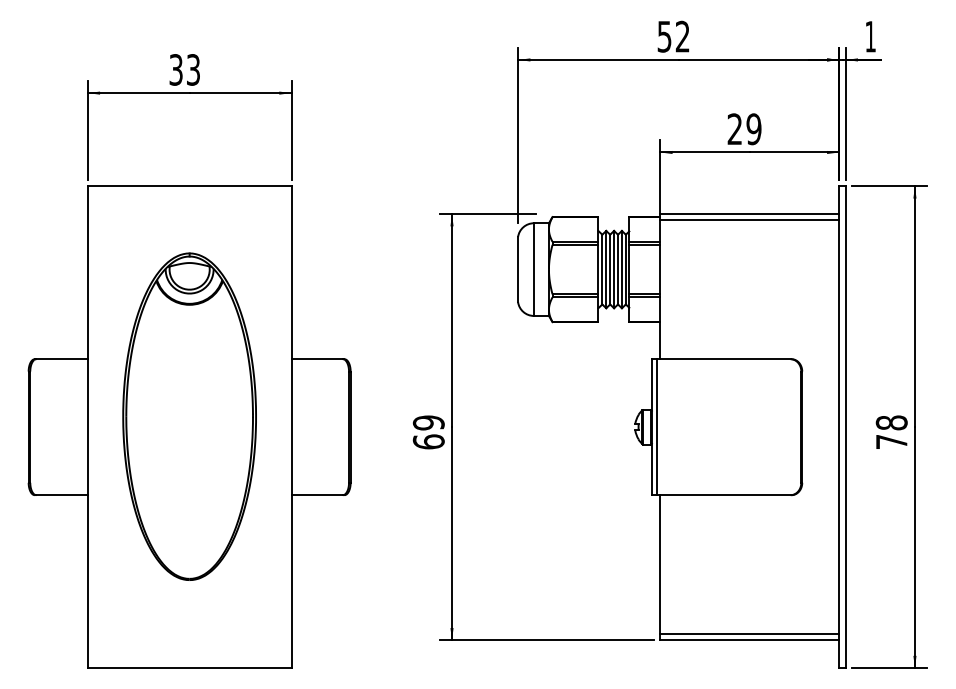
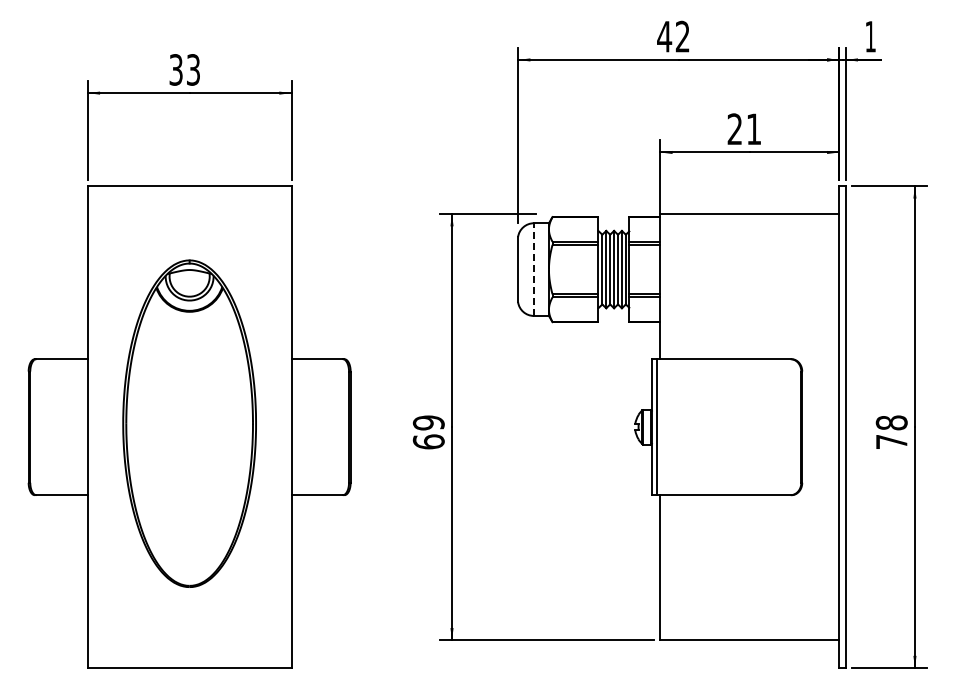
text at (664, 36): 52 -> 42
text at (753, 129): 29 -> 21
line at (749, 220): present -> none
line at (533, 269): solid -> dashed
part at (189, 416) position: (189, 416) -> (189, 423)
line at (749, 634): present -> none
